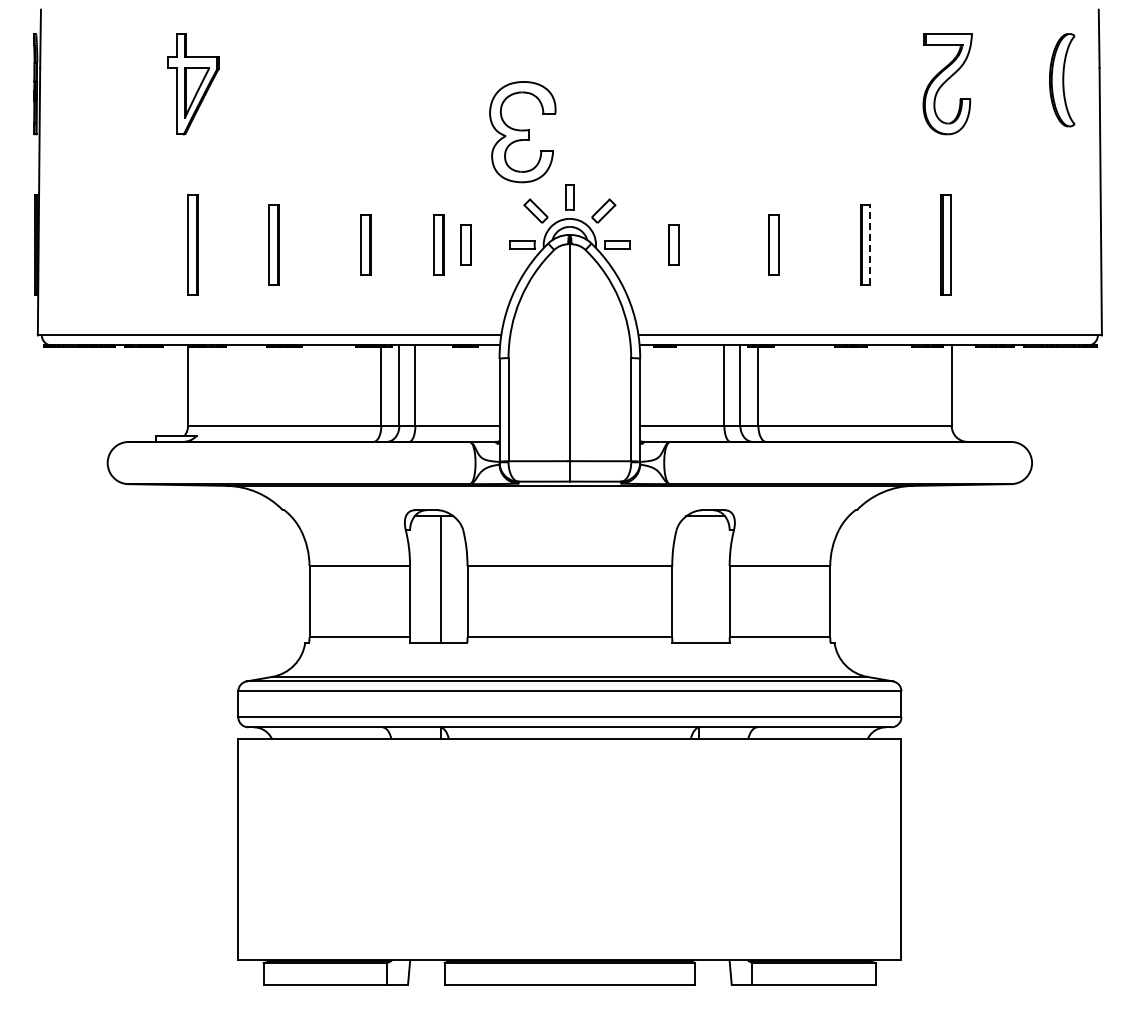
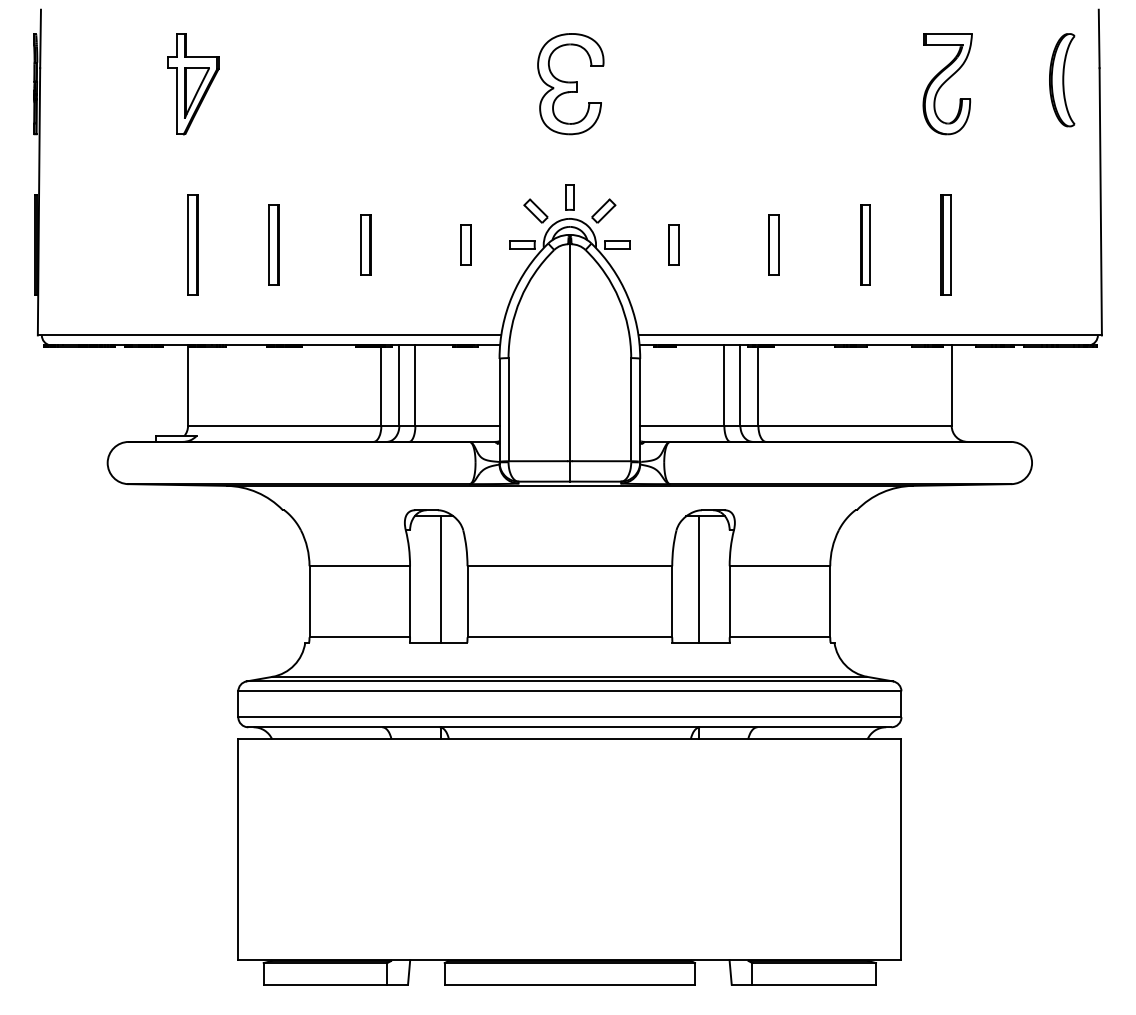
part at (522, 132) position: (522, 132) -> (570, 84)
part at (438, 244): present -> none
line at (870, 244): dashed -> solid
line at (699, 579): none -> present
